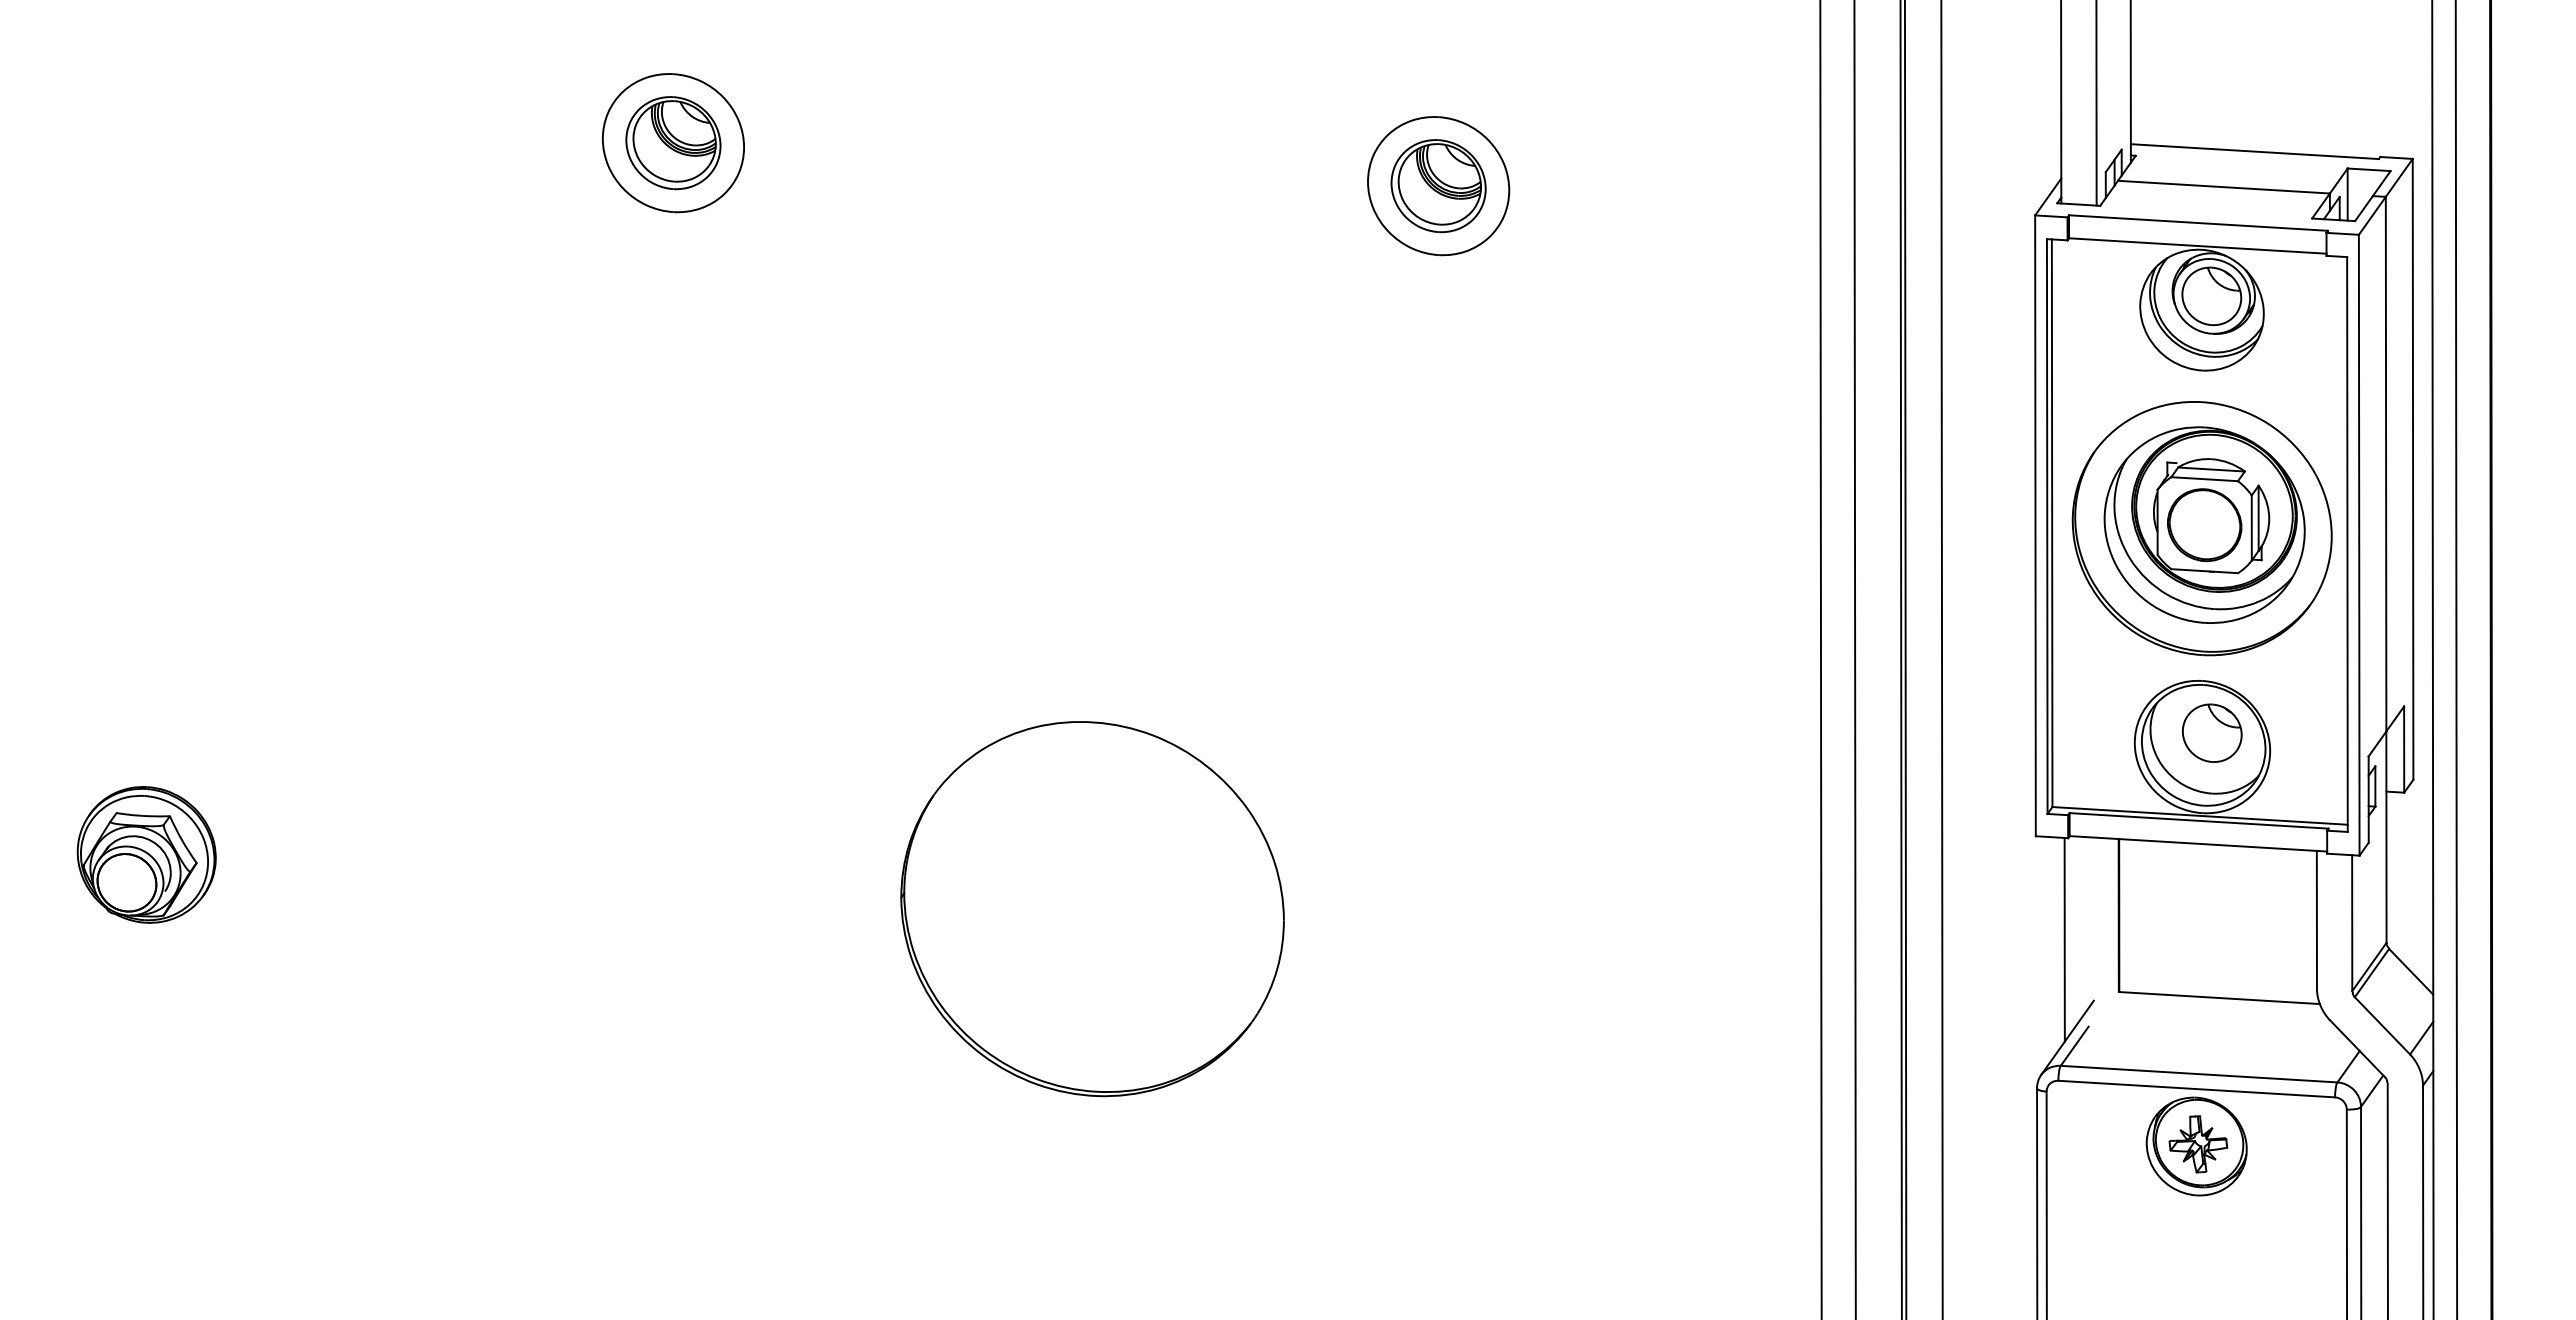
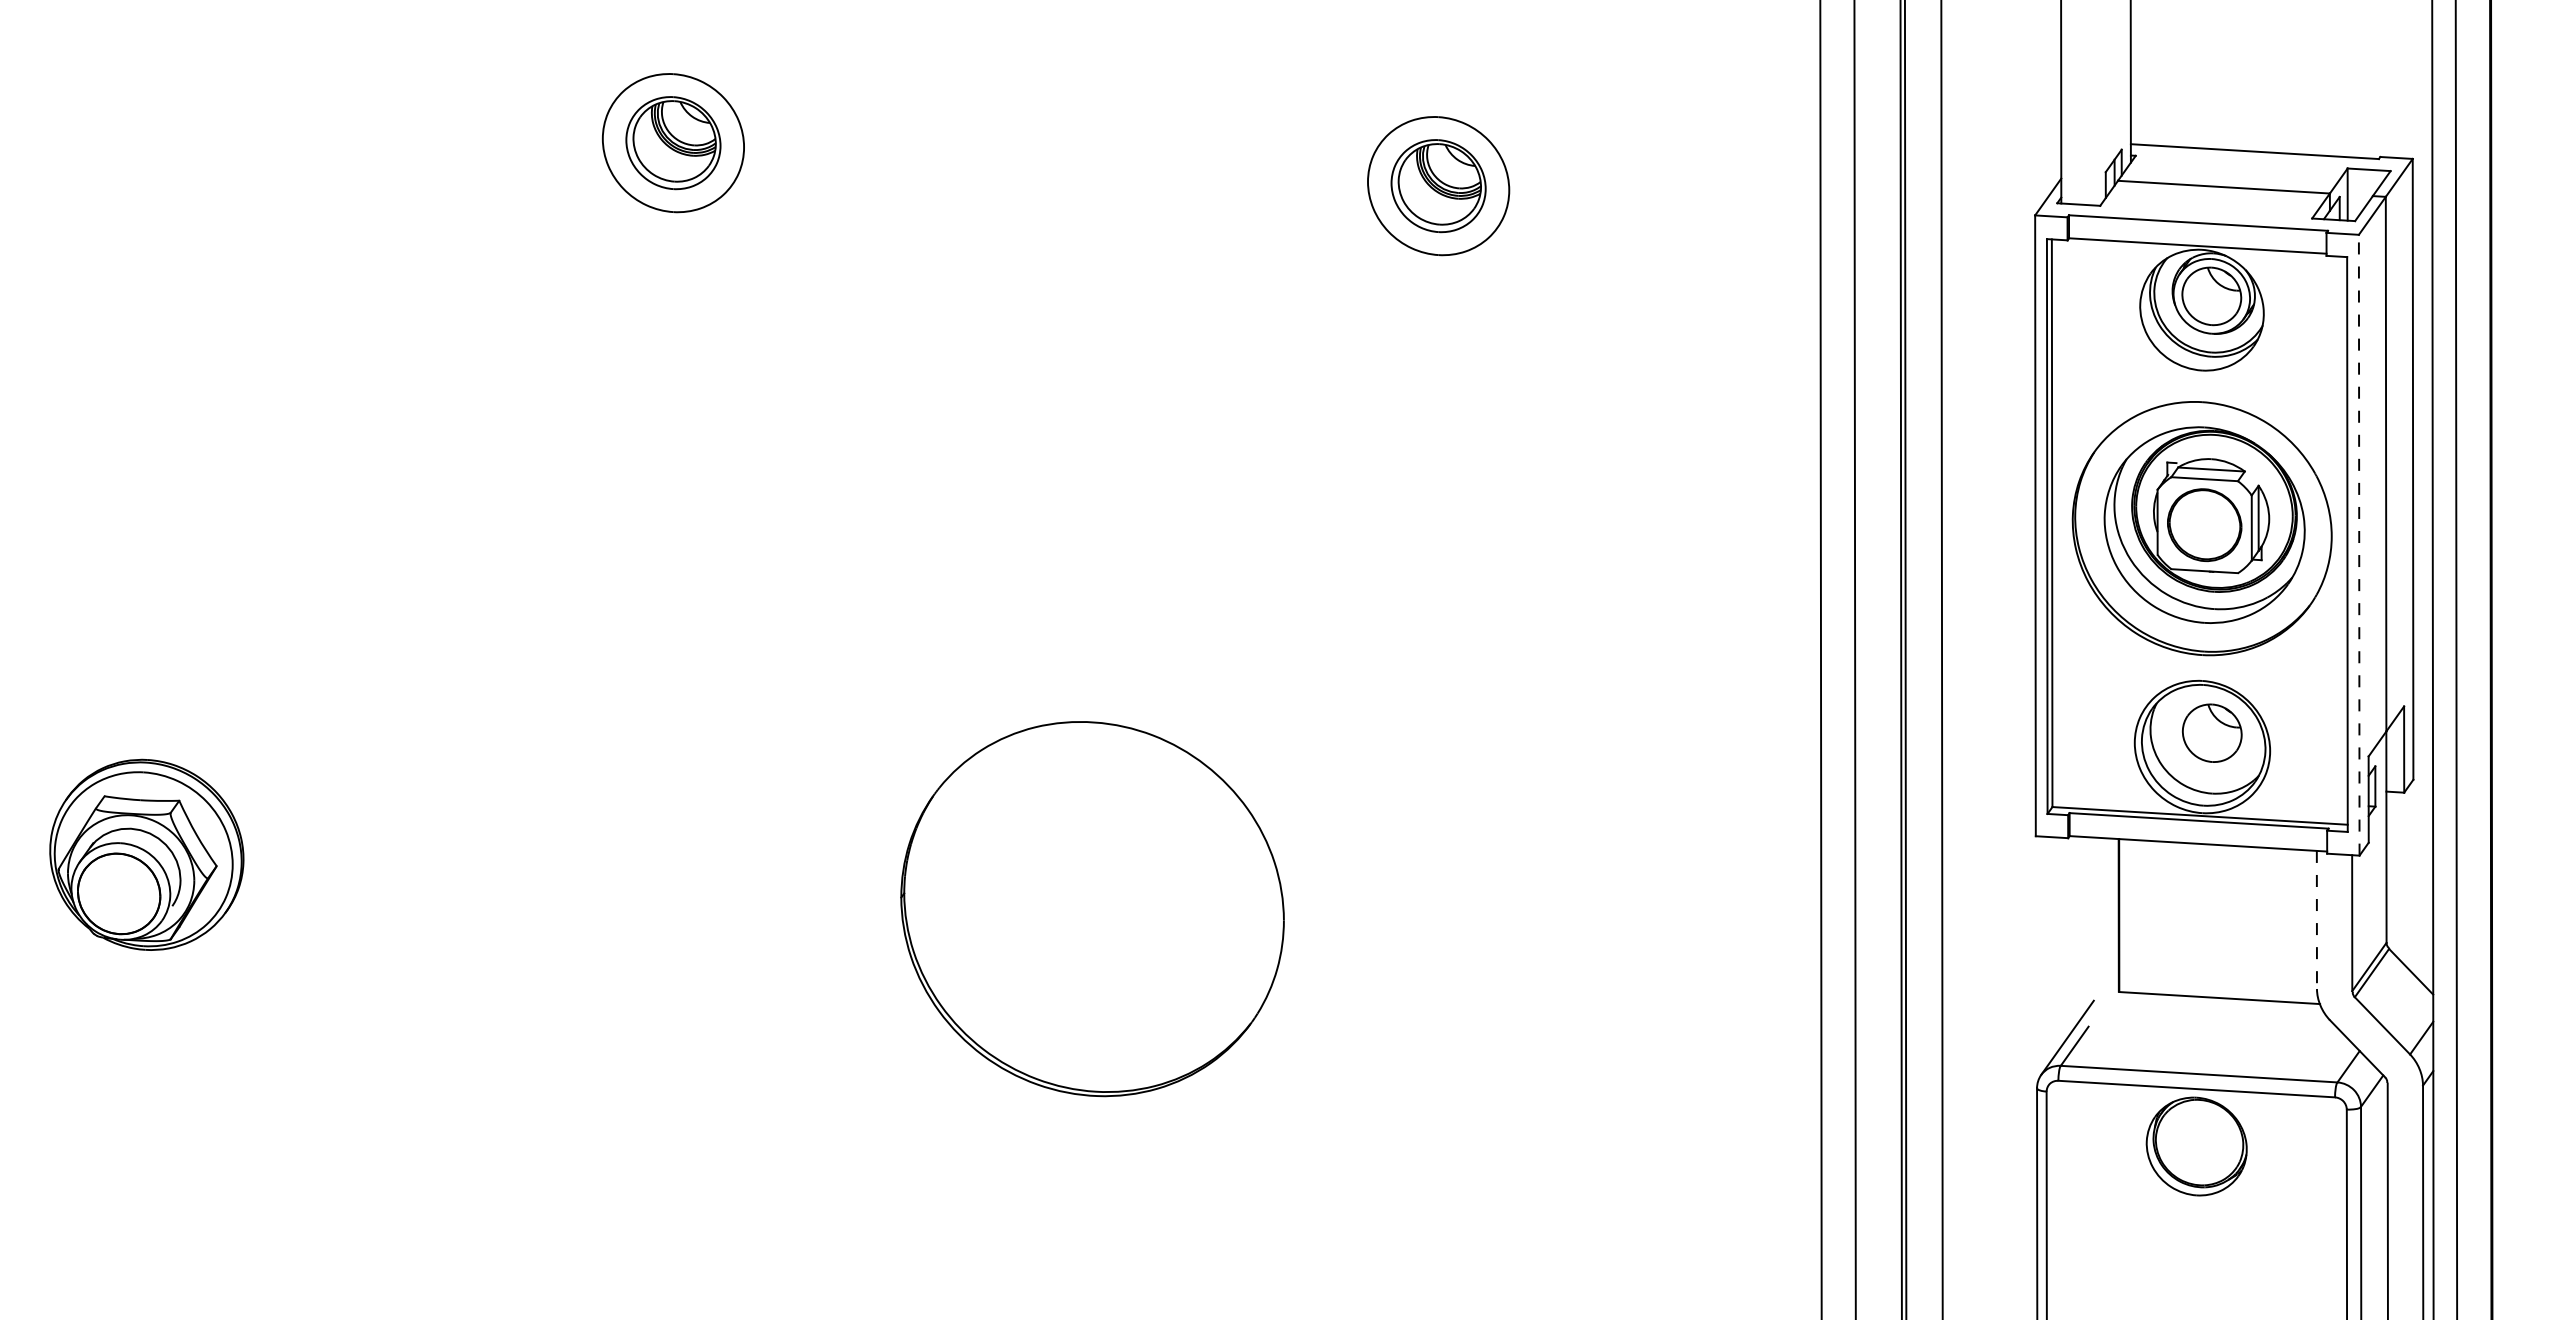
line at (2096, 103): present -> none
line at (2359, 544): solid -> dashed
part at (146, 854) size: 141x138 px -> 196x193 px
line at (2316, 920): solid -> dashed
line at (2064, 939): present -> none
part at (2198, 1144): present -> none
